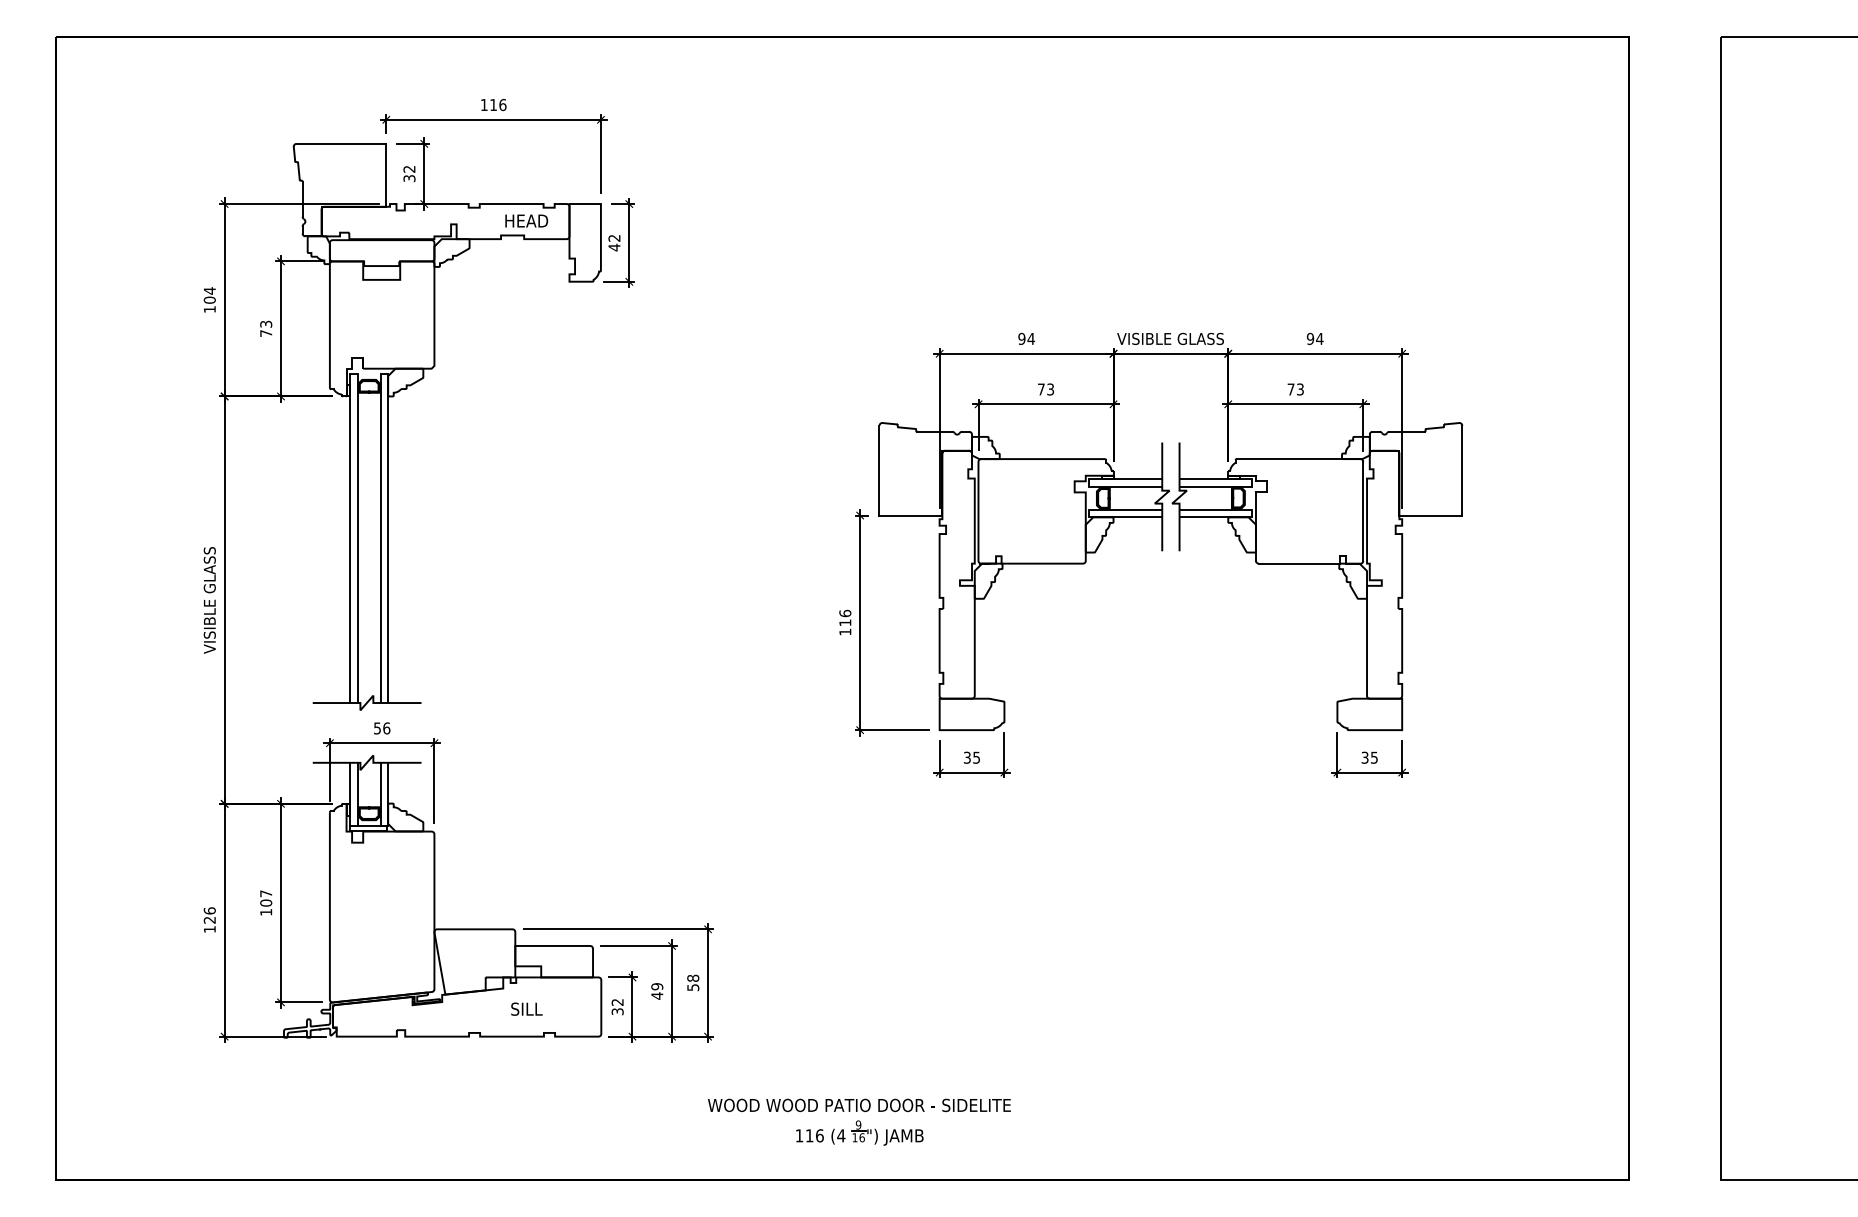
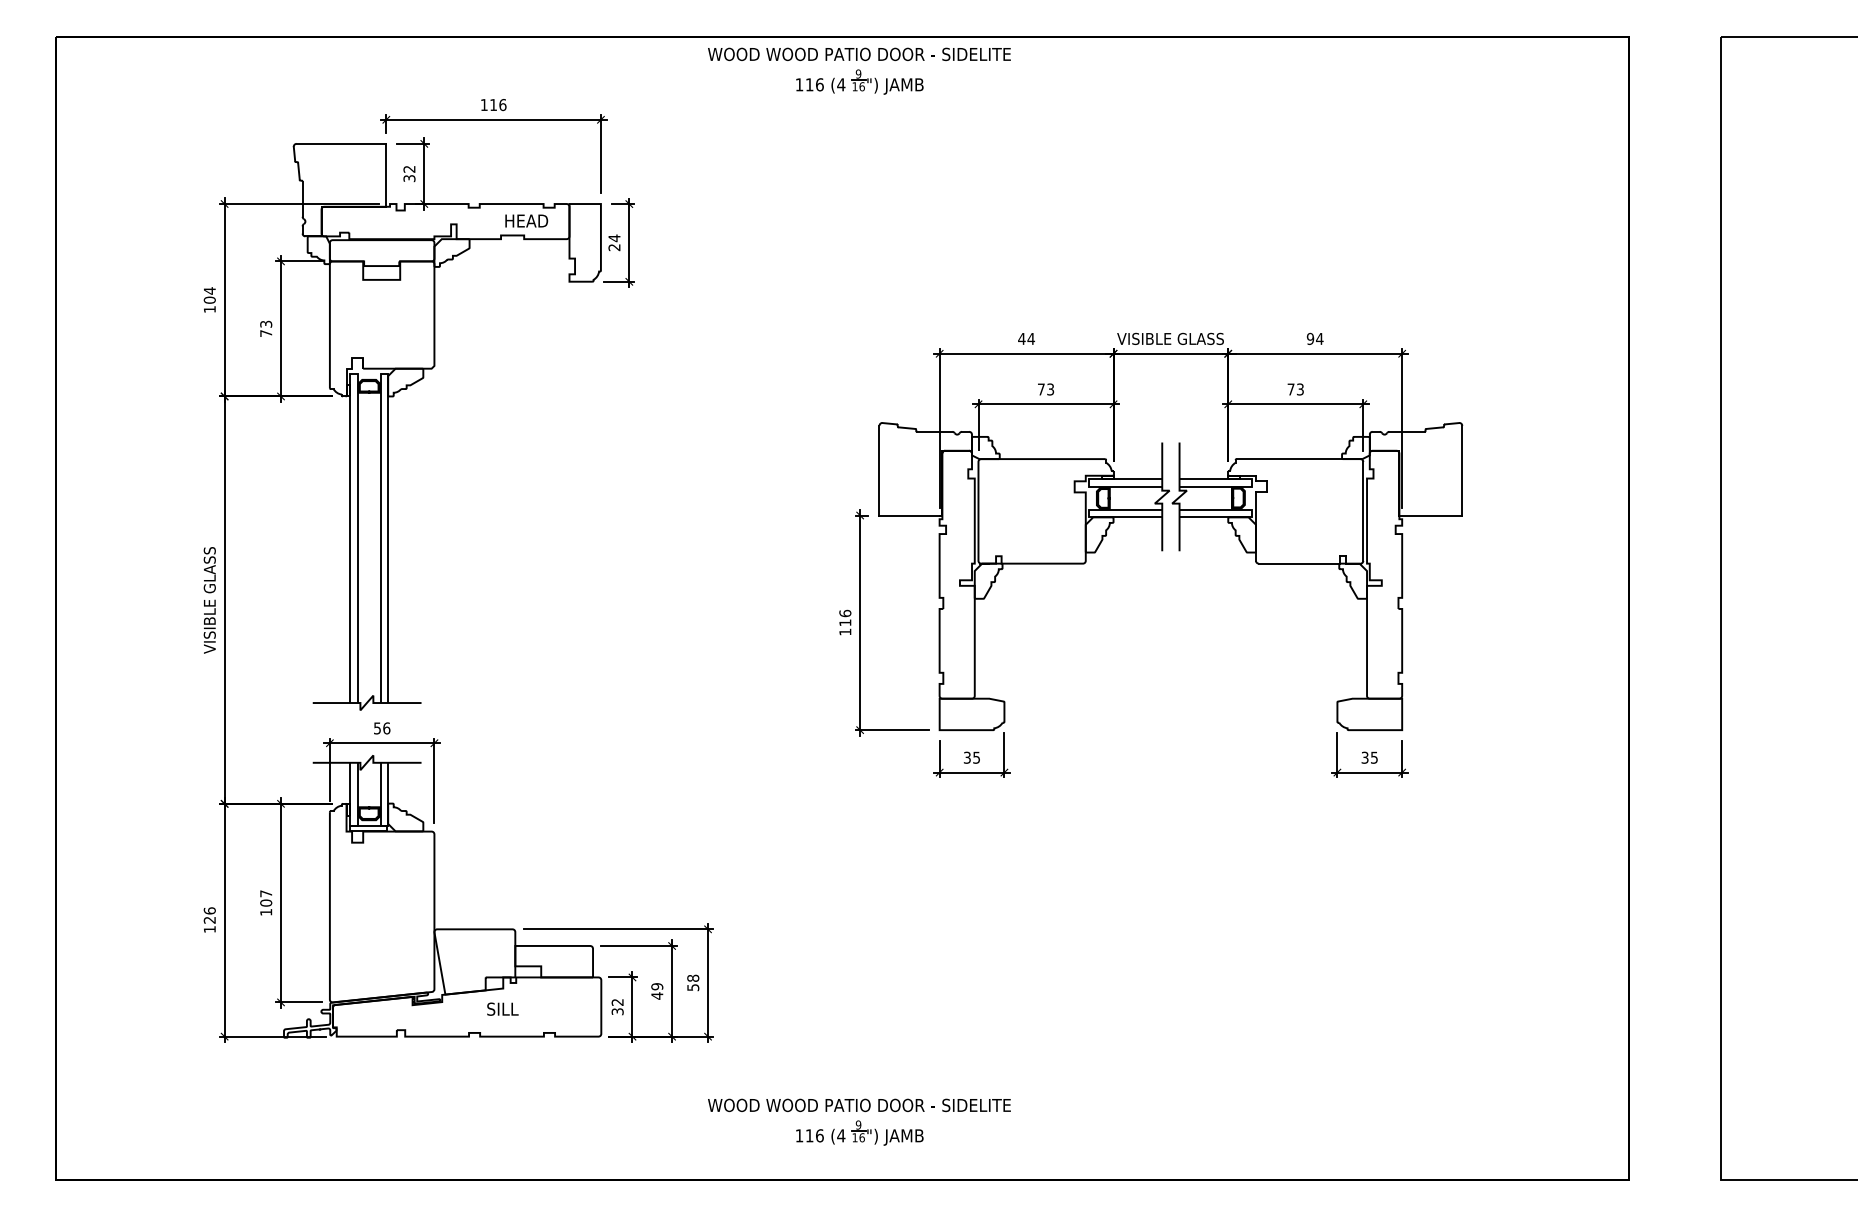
part at (859, 70): none -> present
text at (614, 242): 42 -> 24
text at (1021, 338): 94 -> 44
text at (526, 1008) position: (526, 1008) -> (502, 1008)
